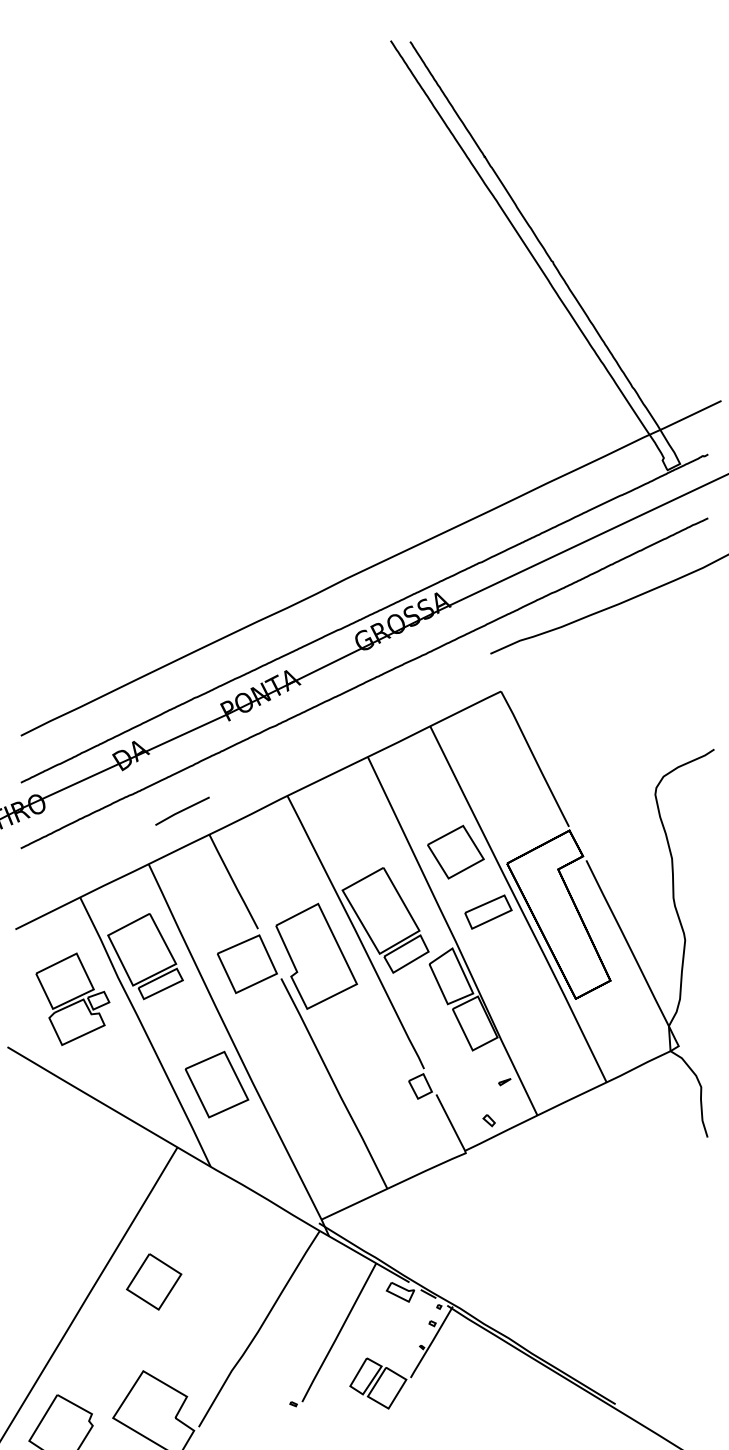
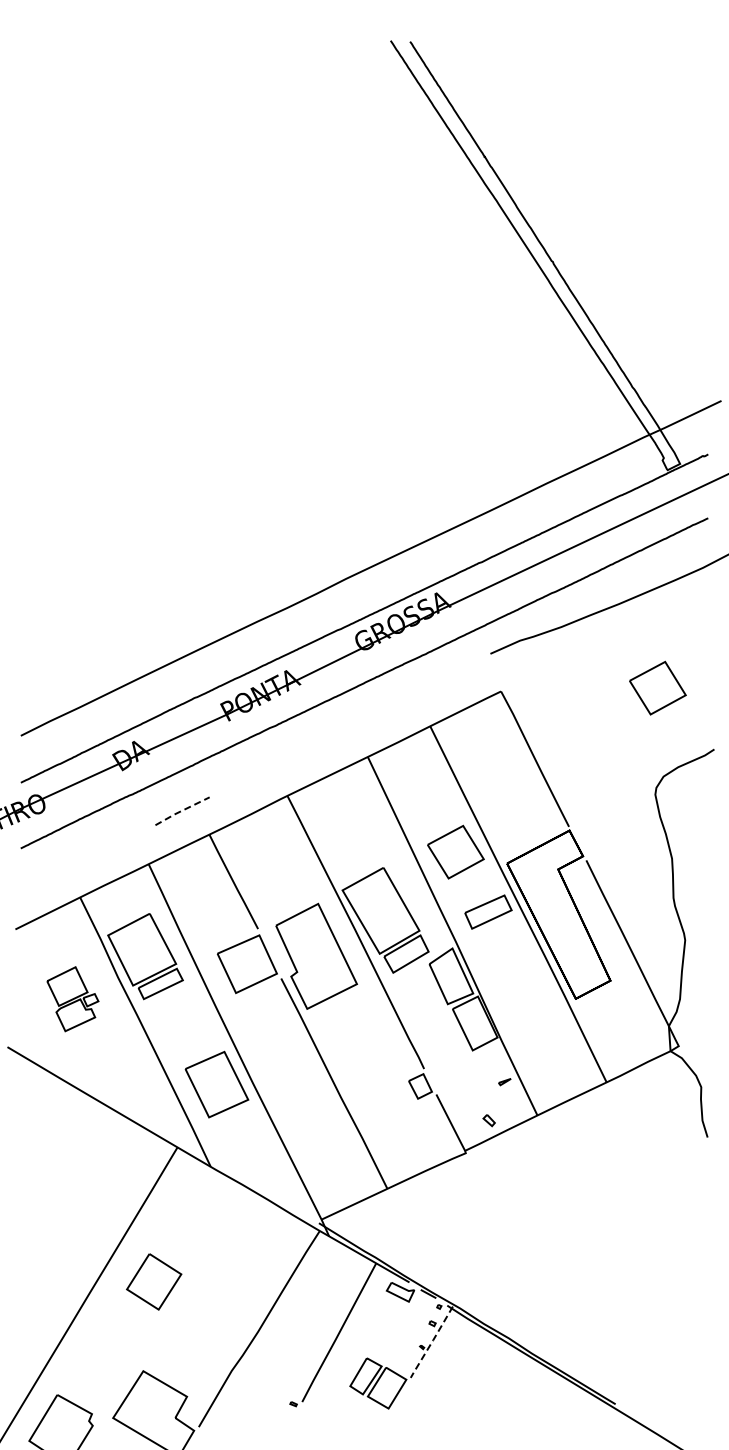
part at (657, 687): none -> present
line at (181, 810): solid -> dashed
part at (72, 998) size: 76x94 px -> 54x67 px
line at (432, 1342): solid -> dashed
